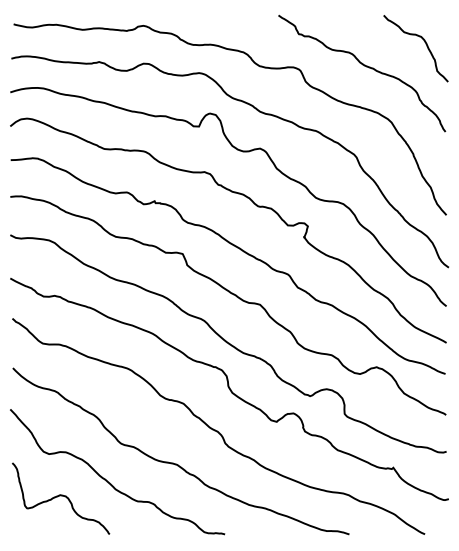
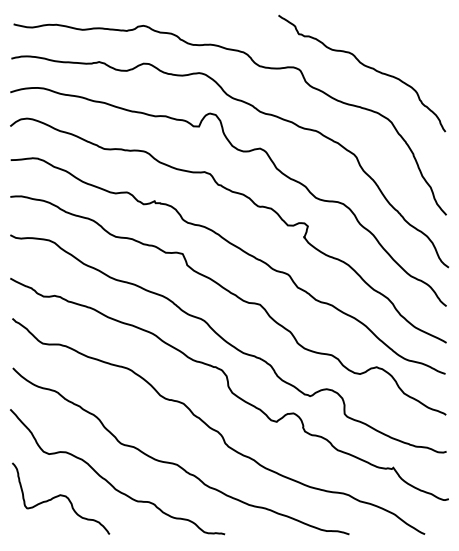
curve at (425, 44): present -> none
